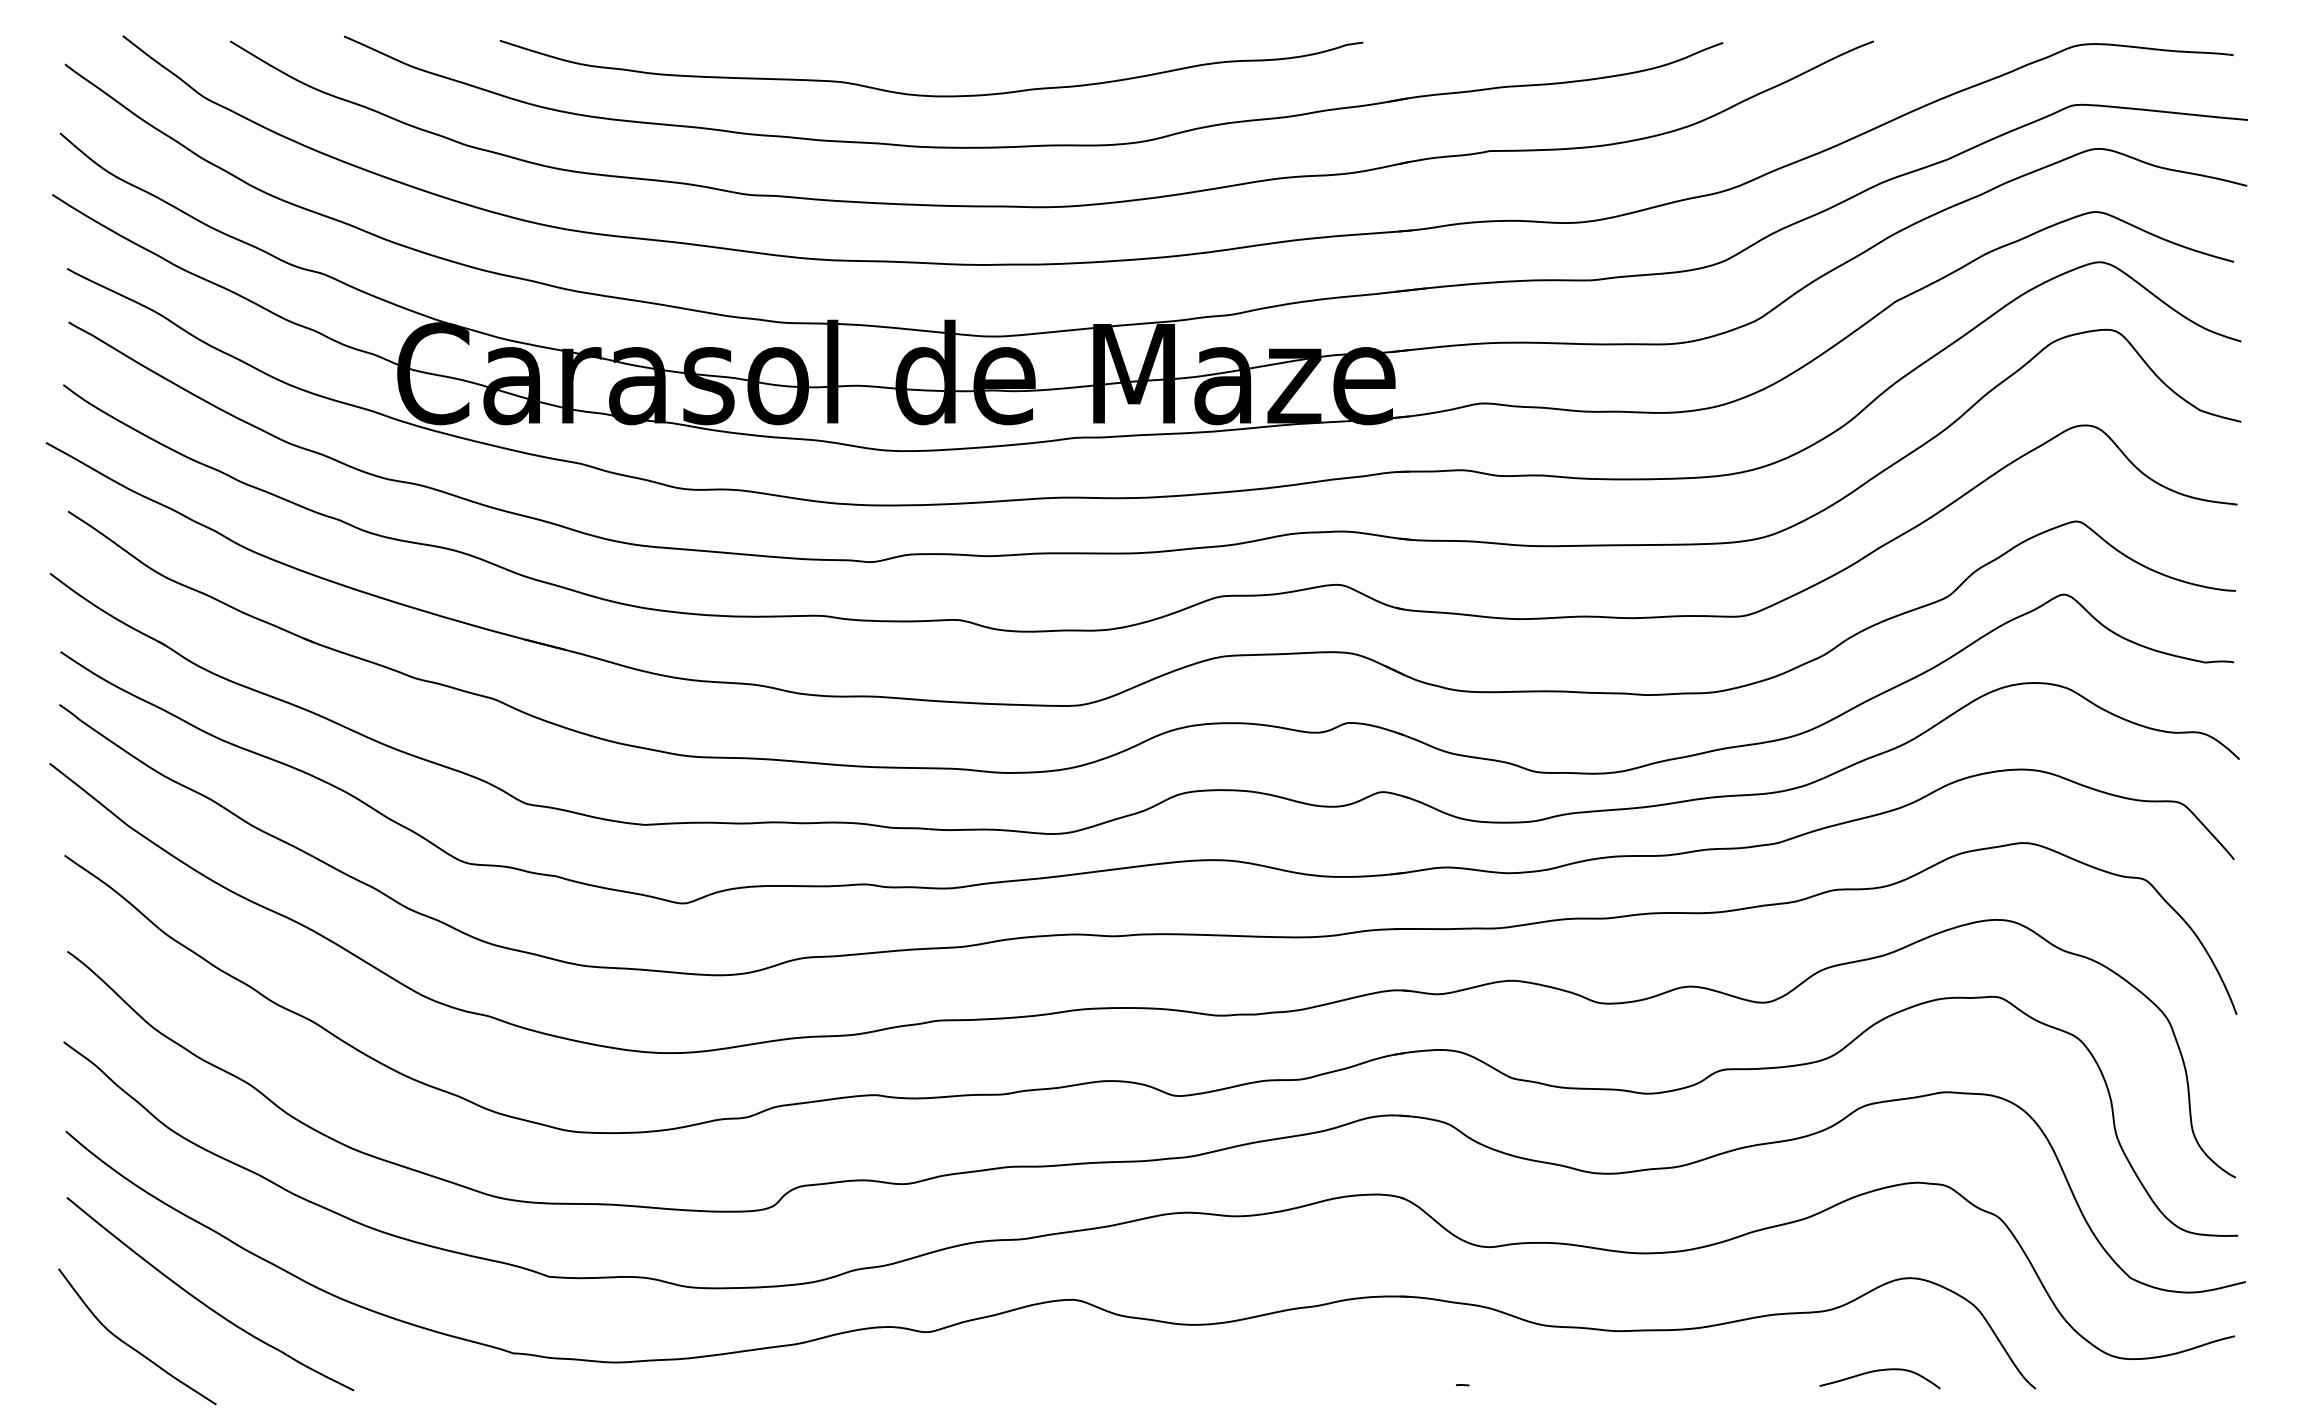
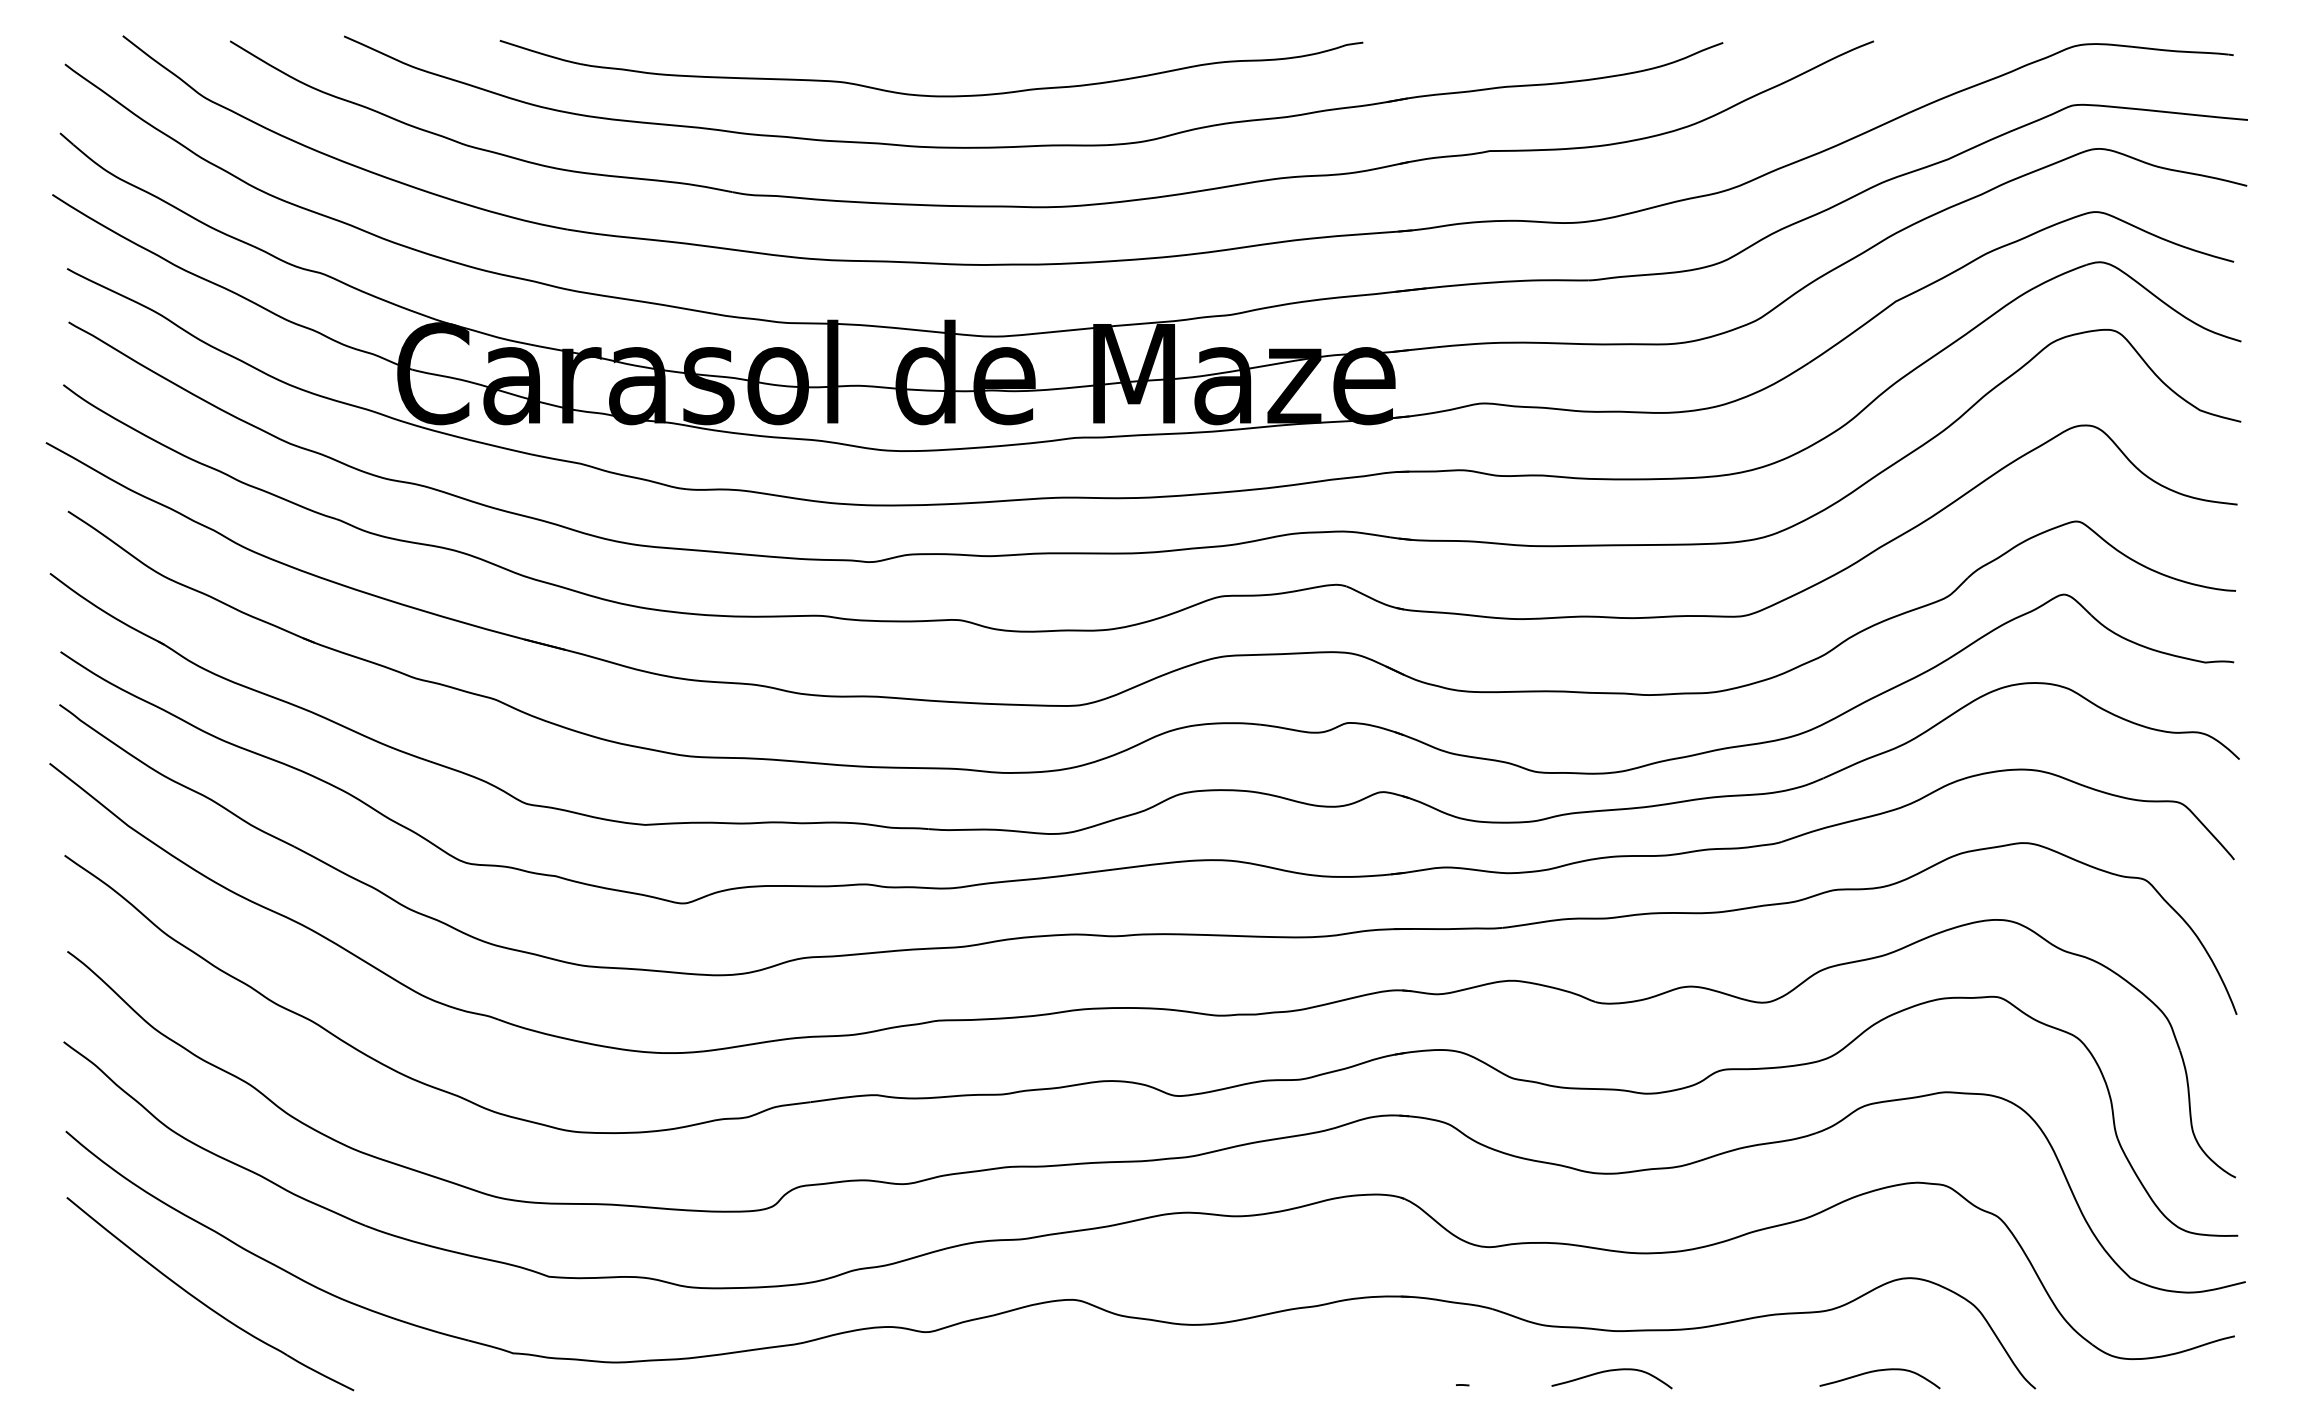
part at (130, 1345): present -> none
curve at (1611, 1371): none -> present
